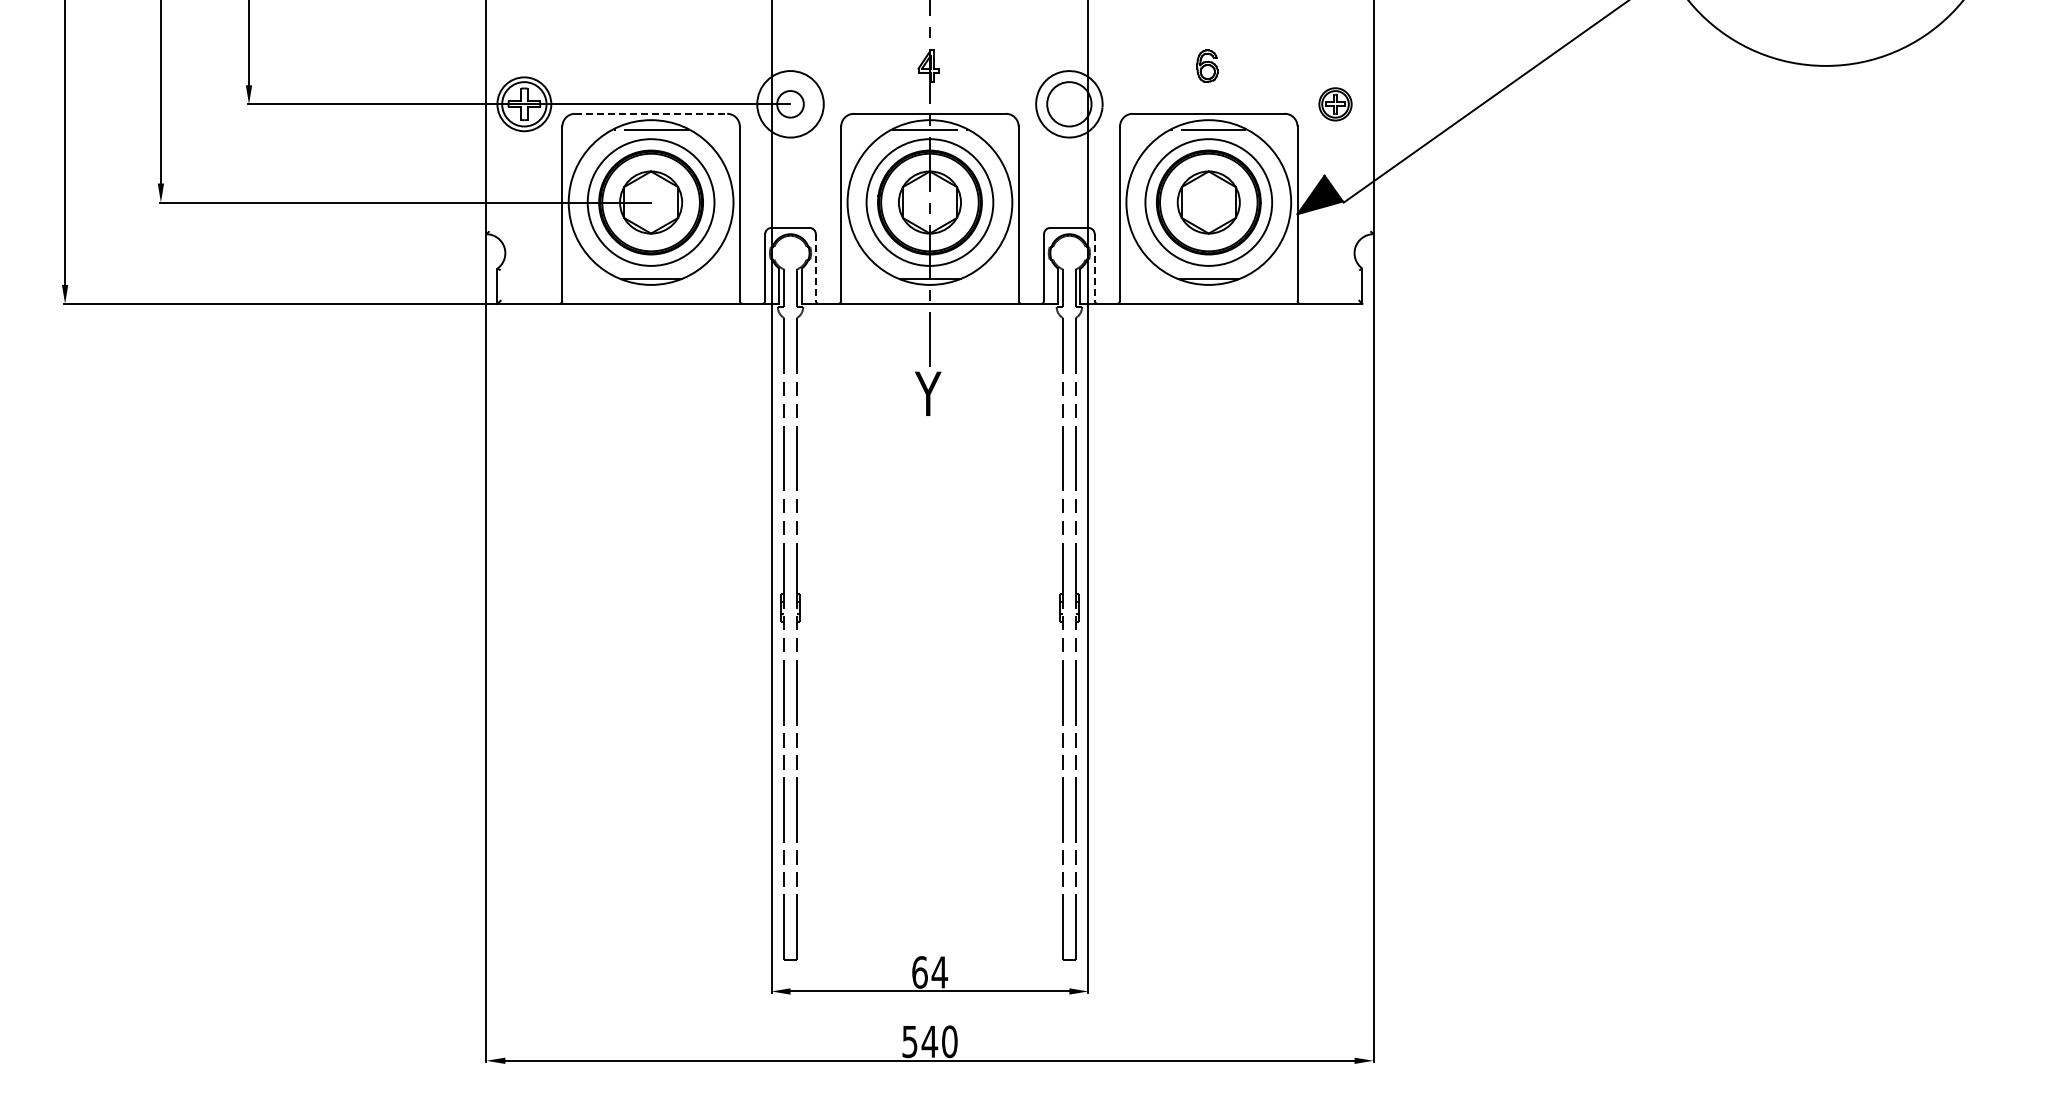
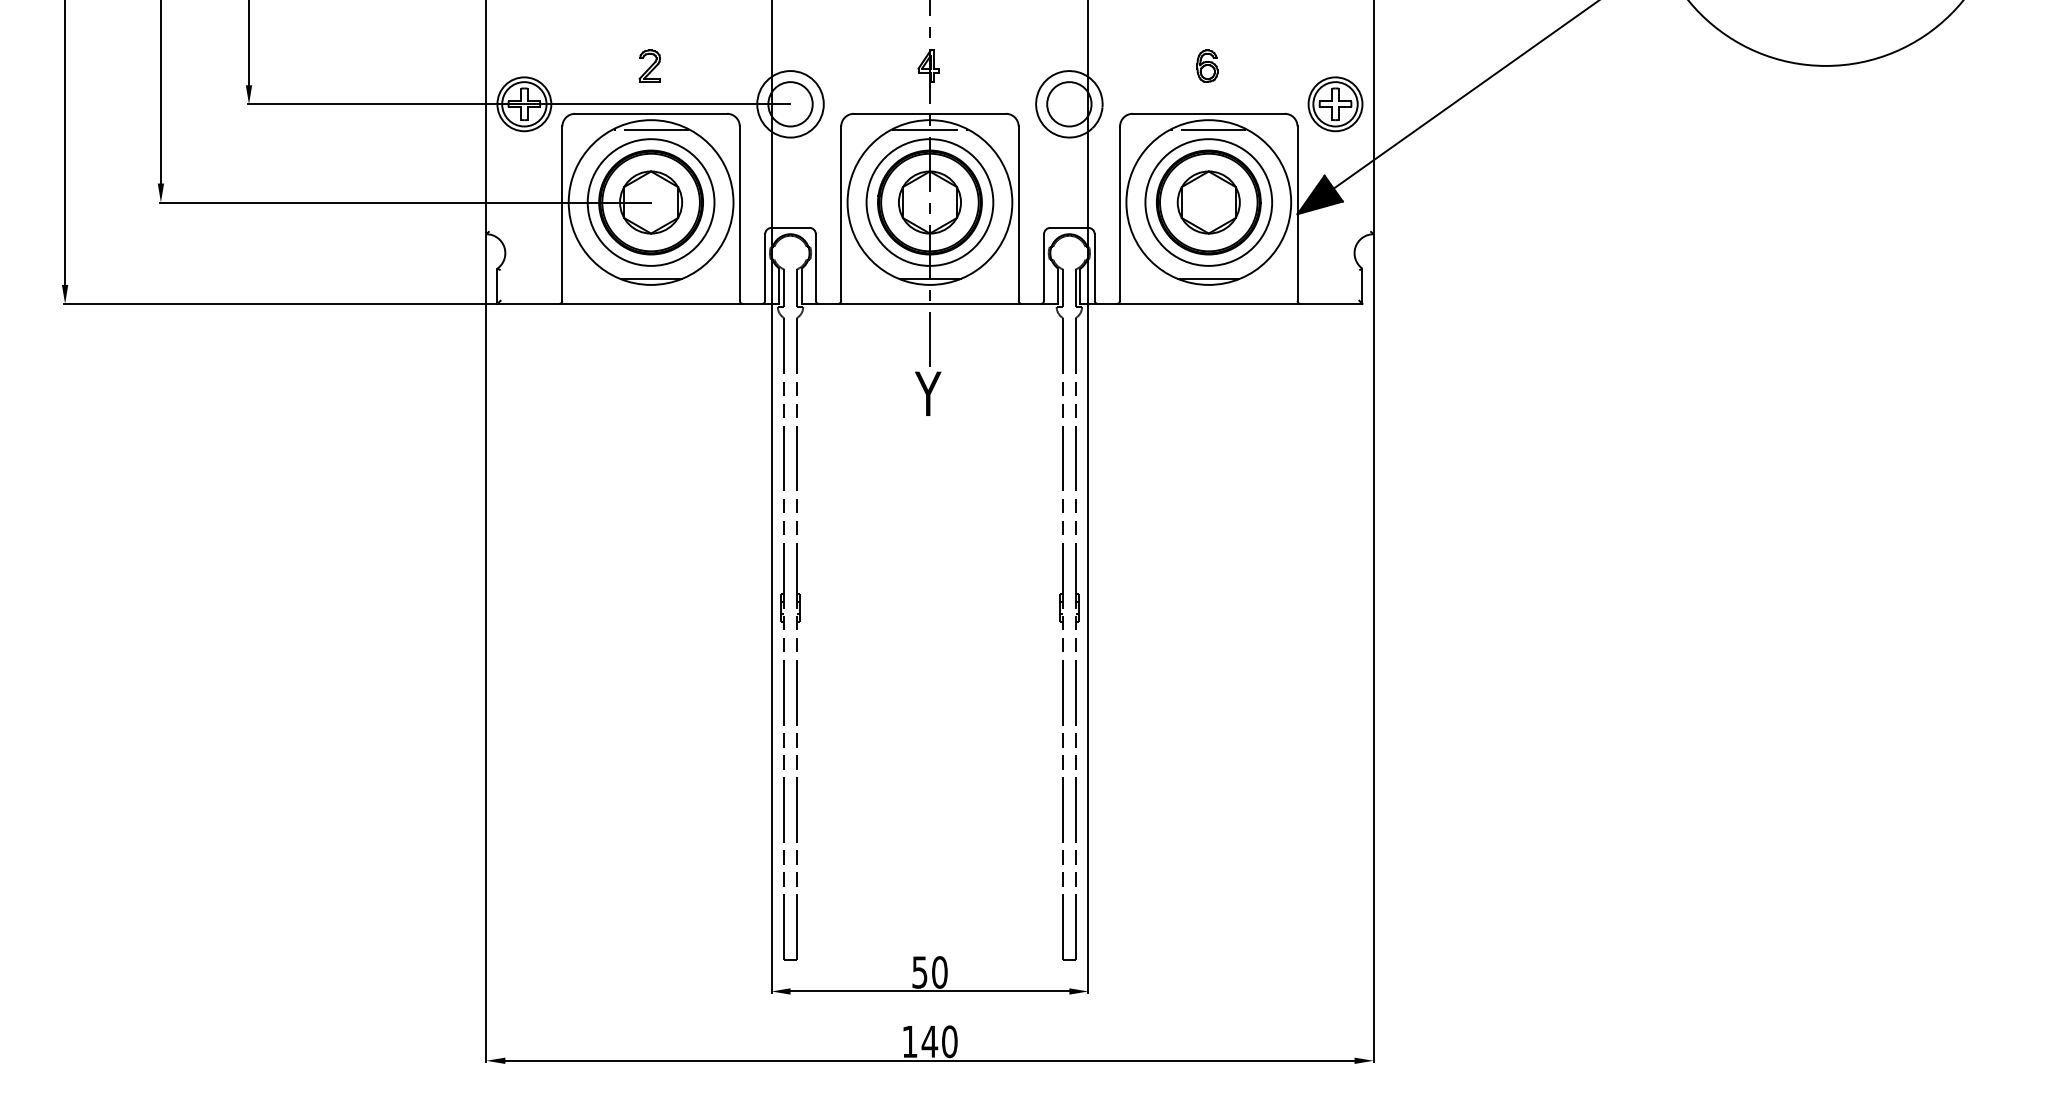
part at (649, 65): none -> present
line at (1484, 102) position: (1484, 102) -> (1464, 95)
circle at (790, 104) diameter: 27 px -> 44 px
part at (1335, 104) size: 35x35 px -> 57x57 px
line at (651, 113): dashed -> solid
line at (815, 268): dashed -> solid
line at (1094, 268): dashed -> solid
text at (930, 972): 64 -> 50
text at (909, 1042): 540 -> 140
